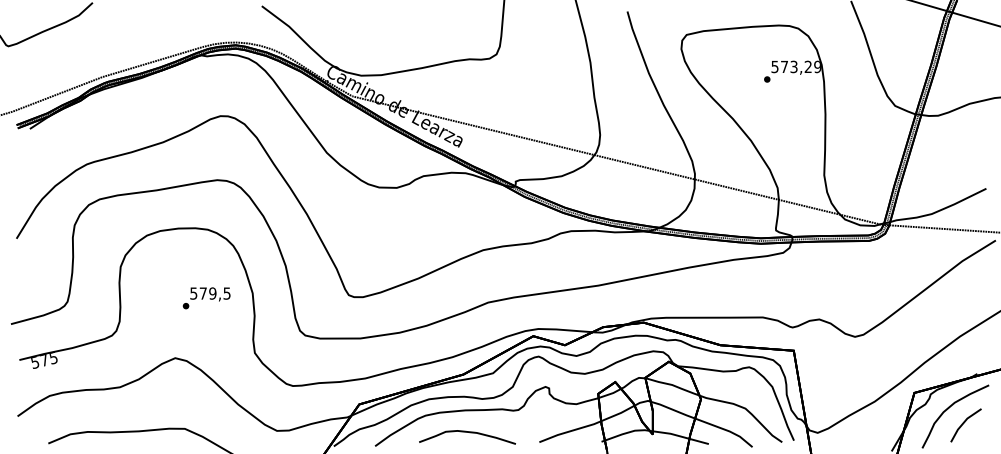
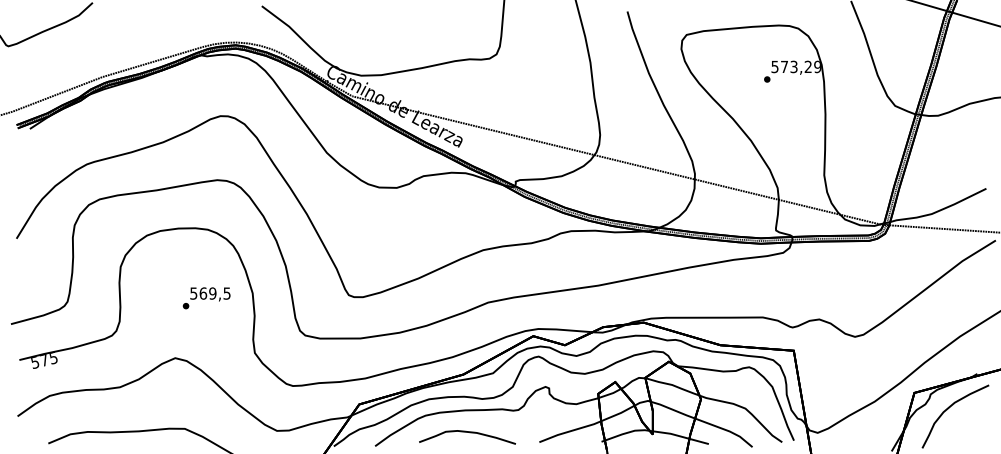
text at (203, 293): 579,5 -> 569,5
line at (964, 423): present -> none
